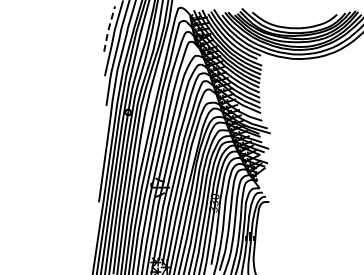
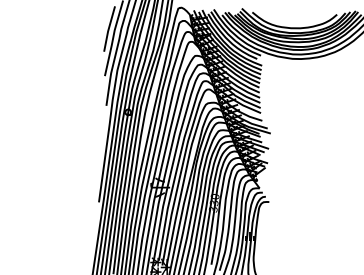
line at (108, 29): dashed -> solid
